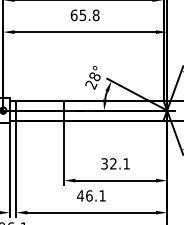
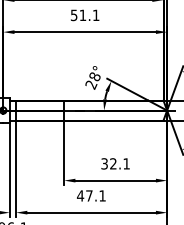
text at (84, 15): 65.8 -> 51.1
text at (89, 195): 46.1 -> 47.1
